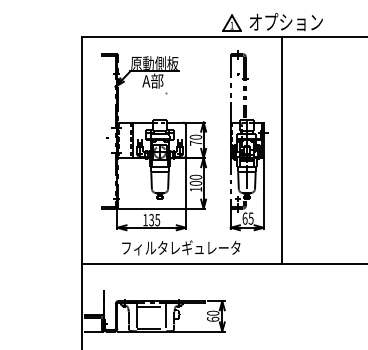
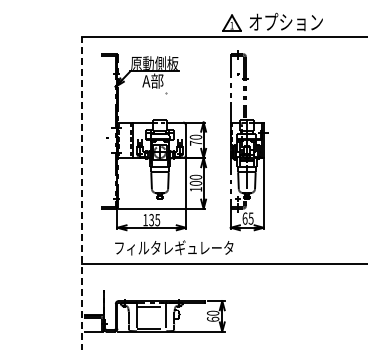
line at (282, 150): present -> none
line at (81, 193): solid -> dashed
text at (181, 247) position: (181, 247) -> (174, 247)
